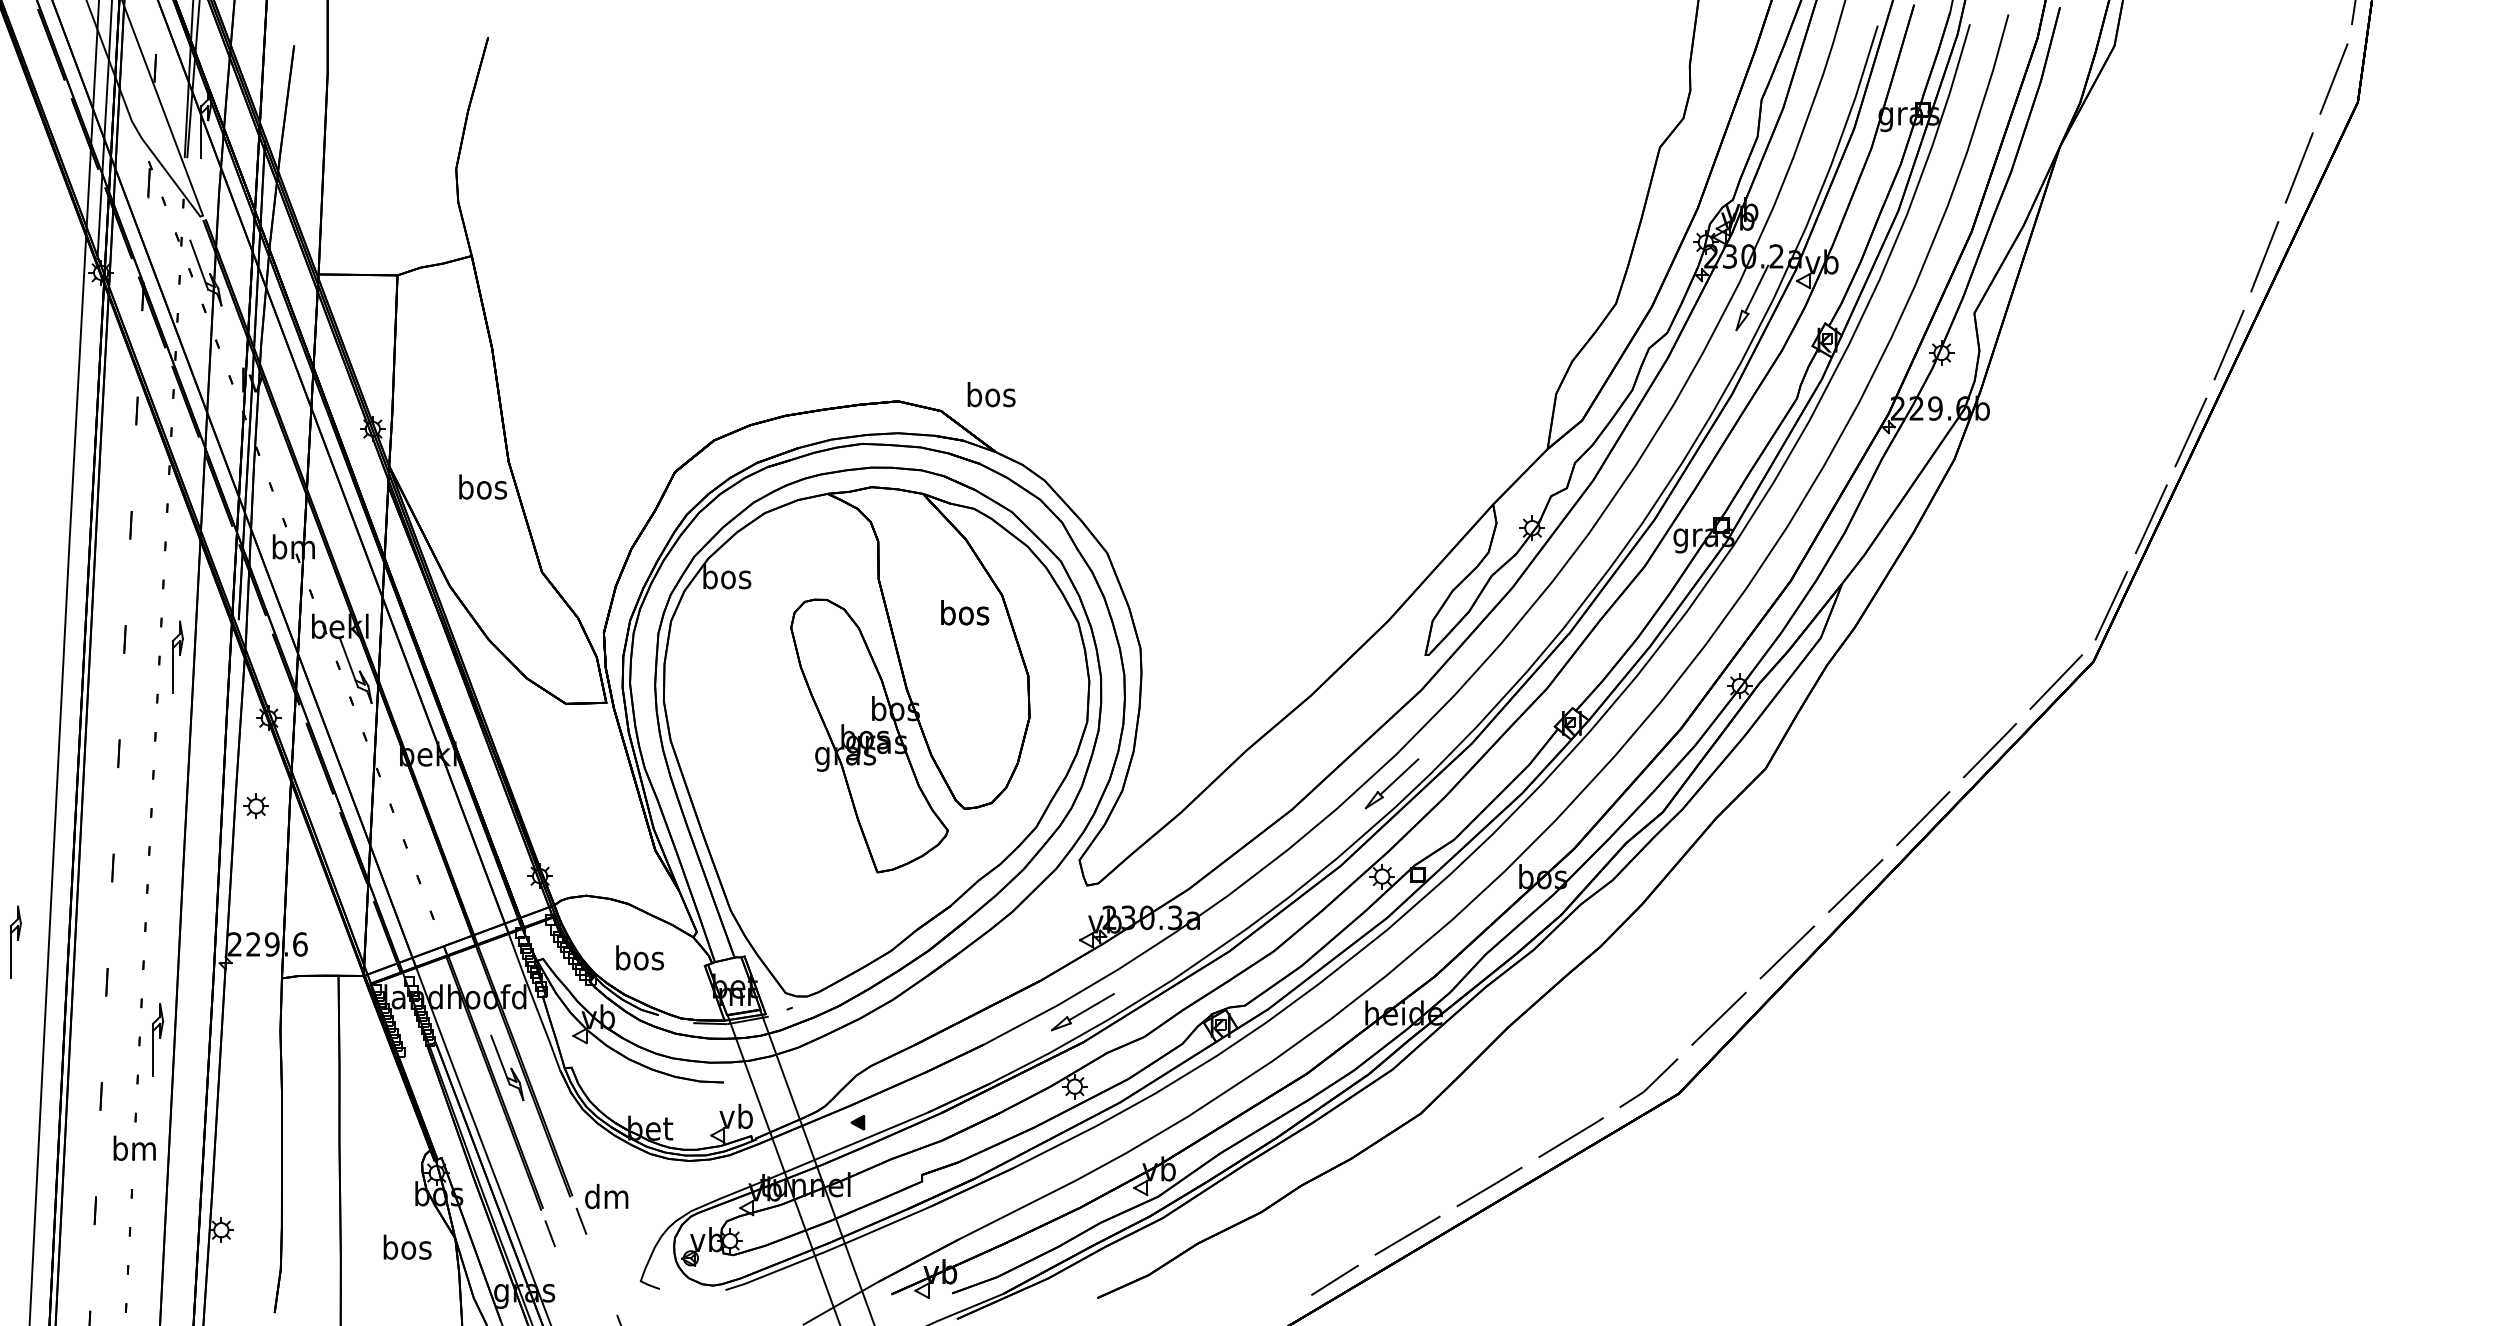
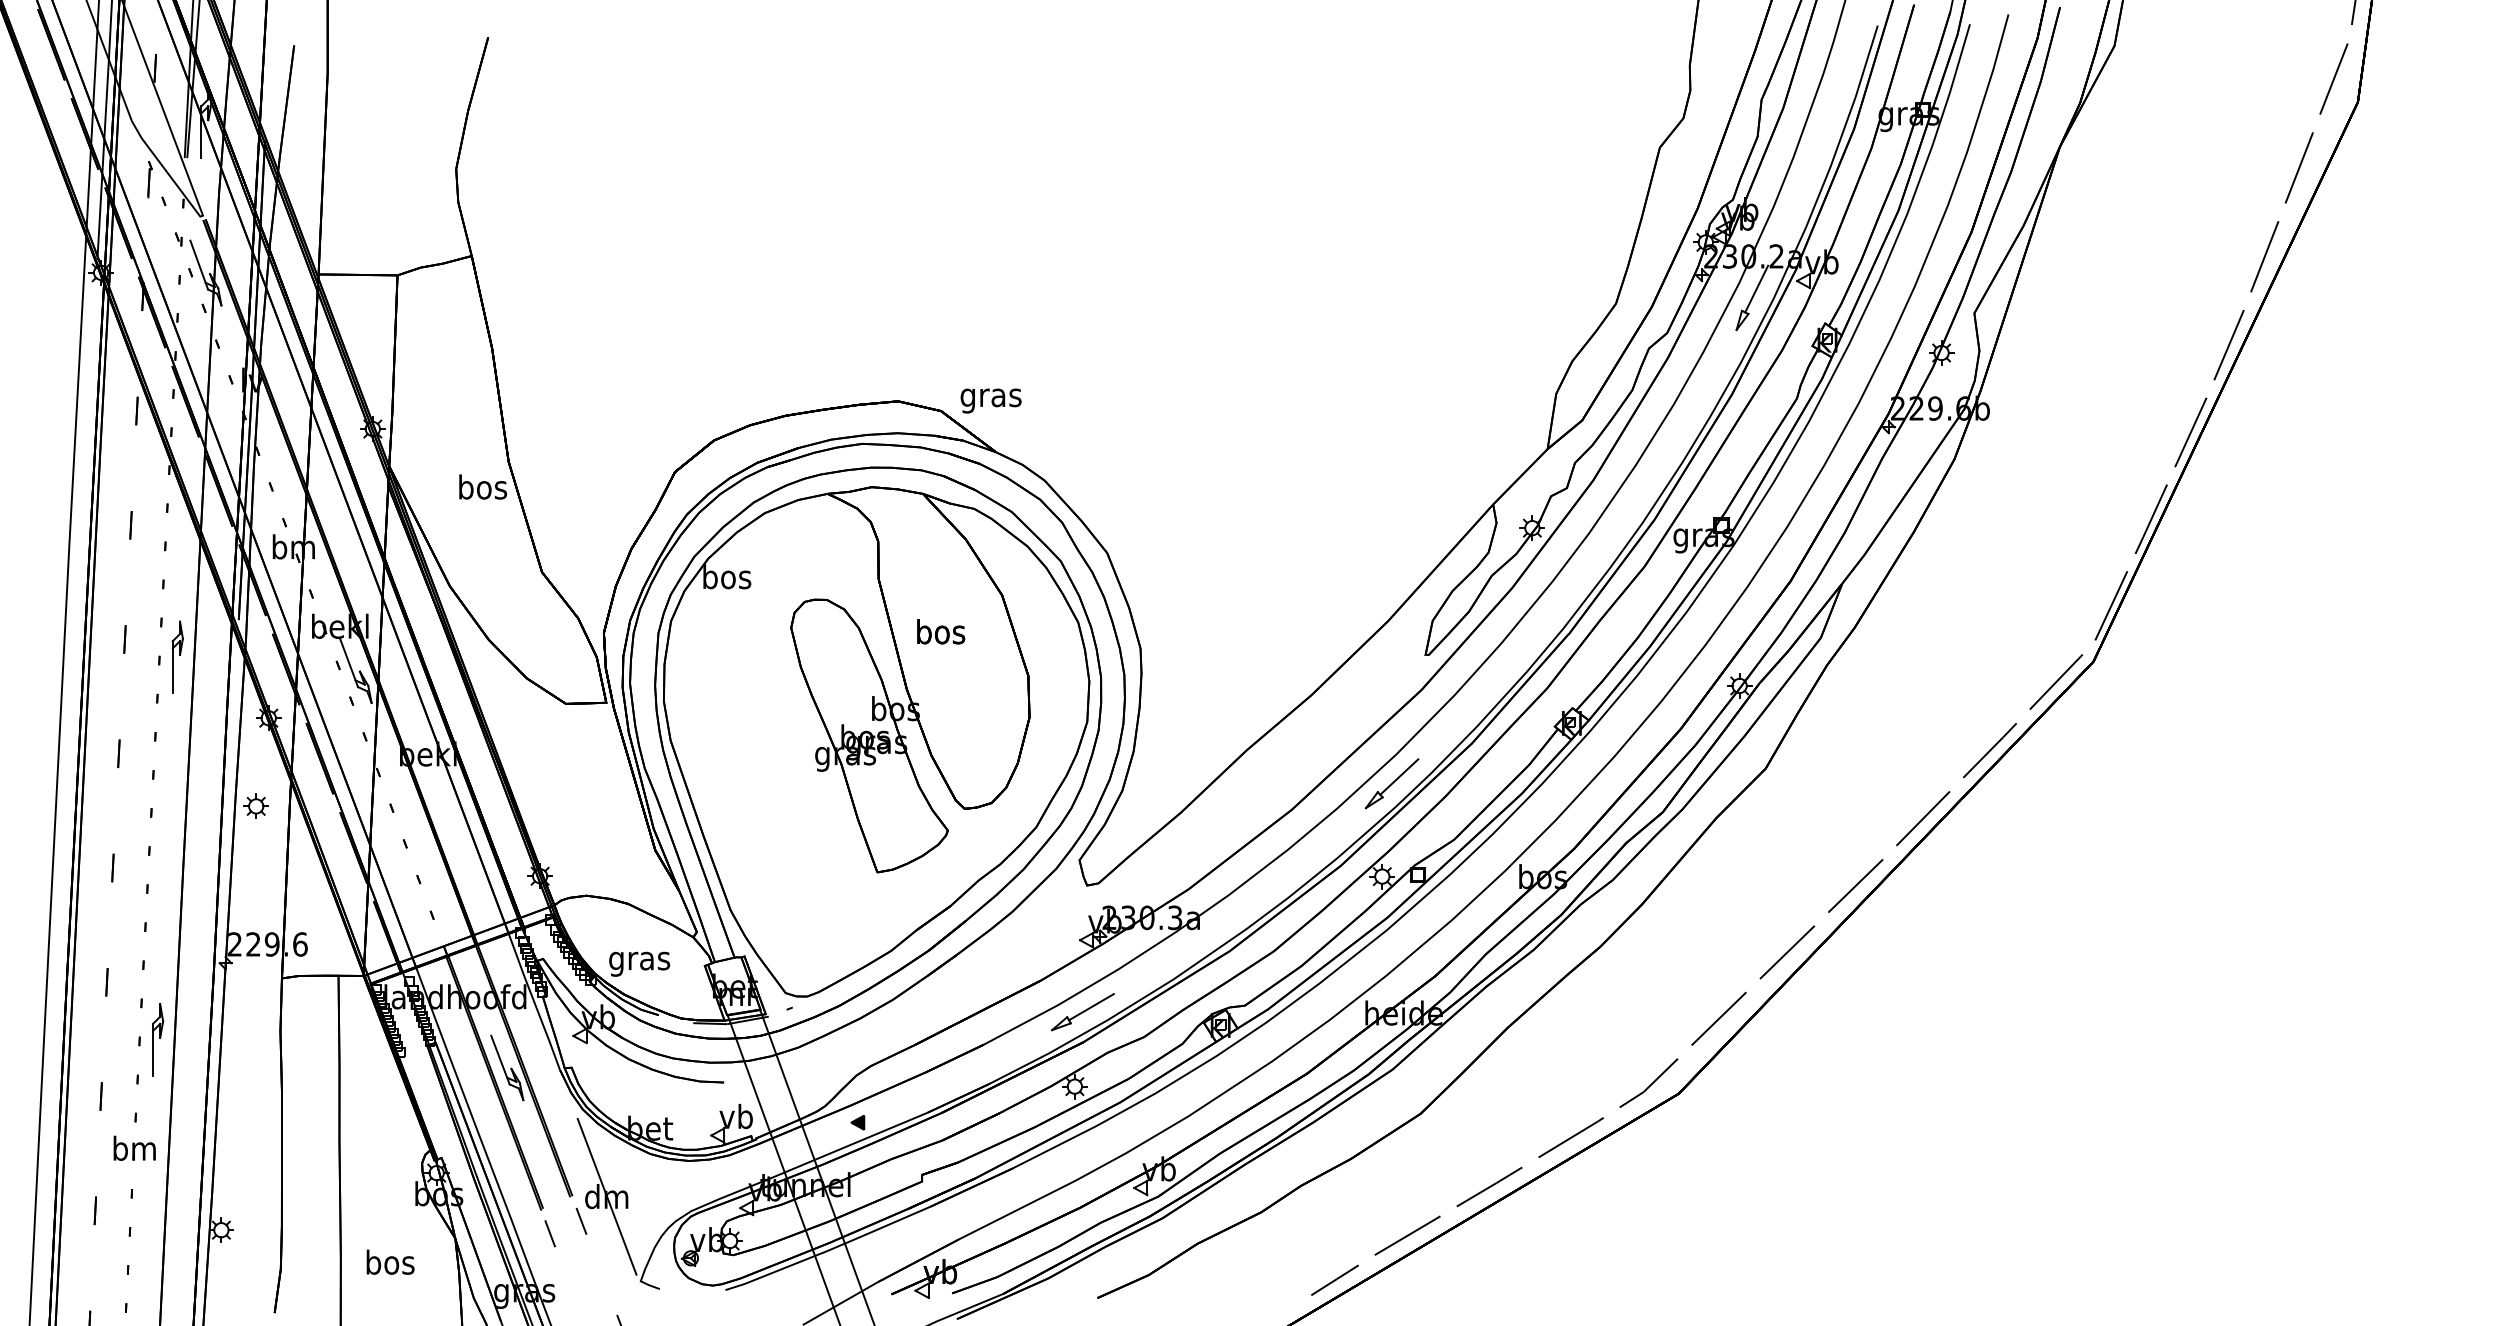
text at (990, 397): bos -> gras
text at (965, 612) position: (965, 612) -> (941, 631)
part at (15, 941): present -> none
text at (639, 960): bos -> gras
line at (606, 1196): none -> present
text at (407, 1246) position: (407, 1246) -> (390, 1261)
